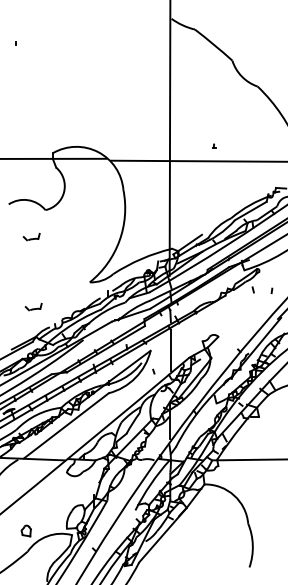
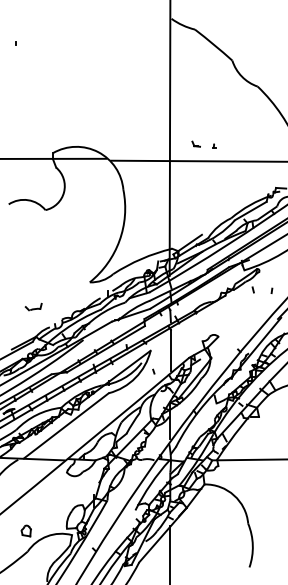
part at (195, 143): none -> present
part at (31, 236): present -> none
line at (169, 553): none -> present
